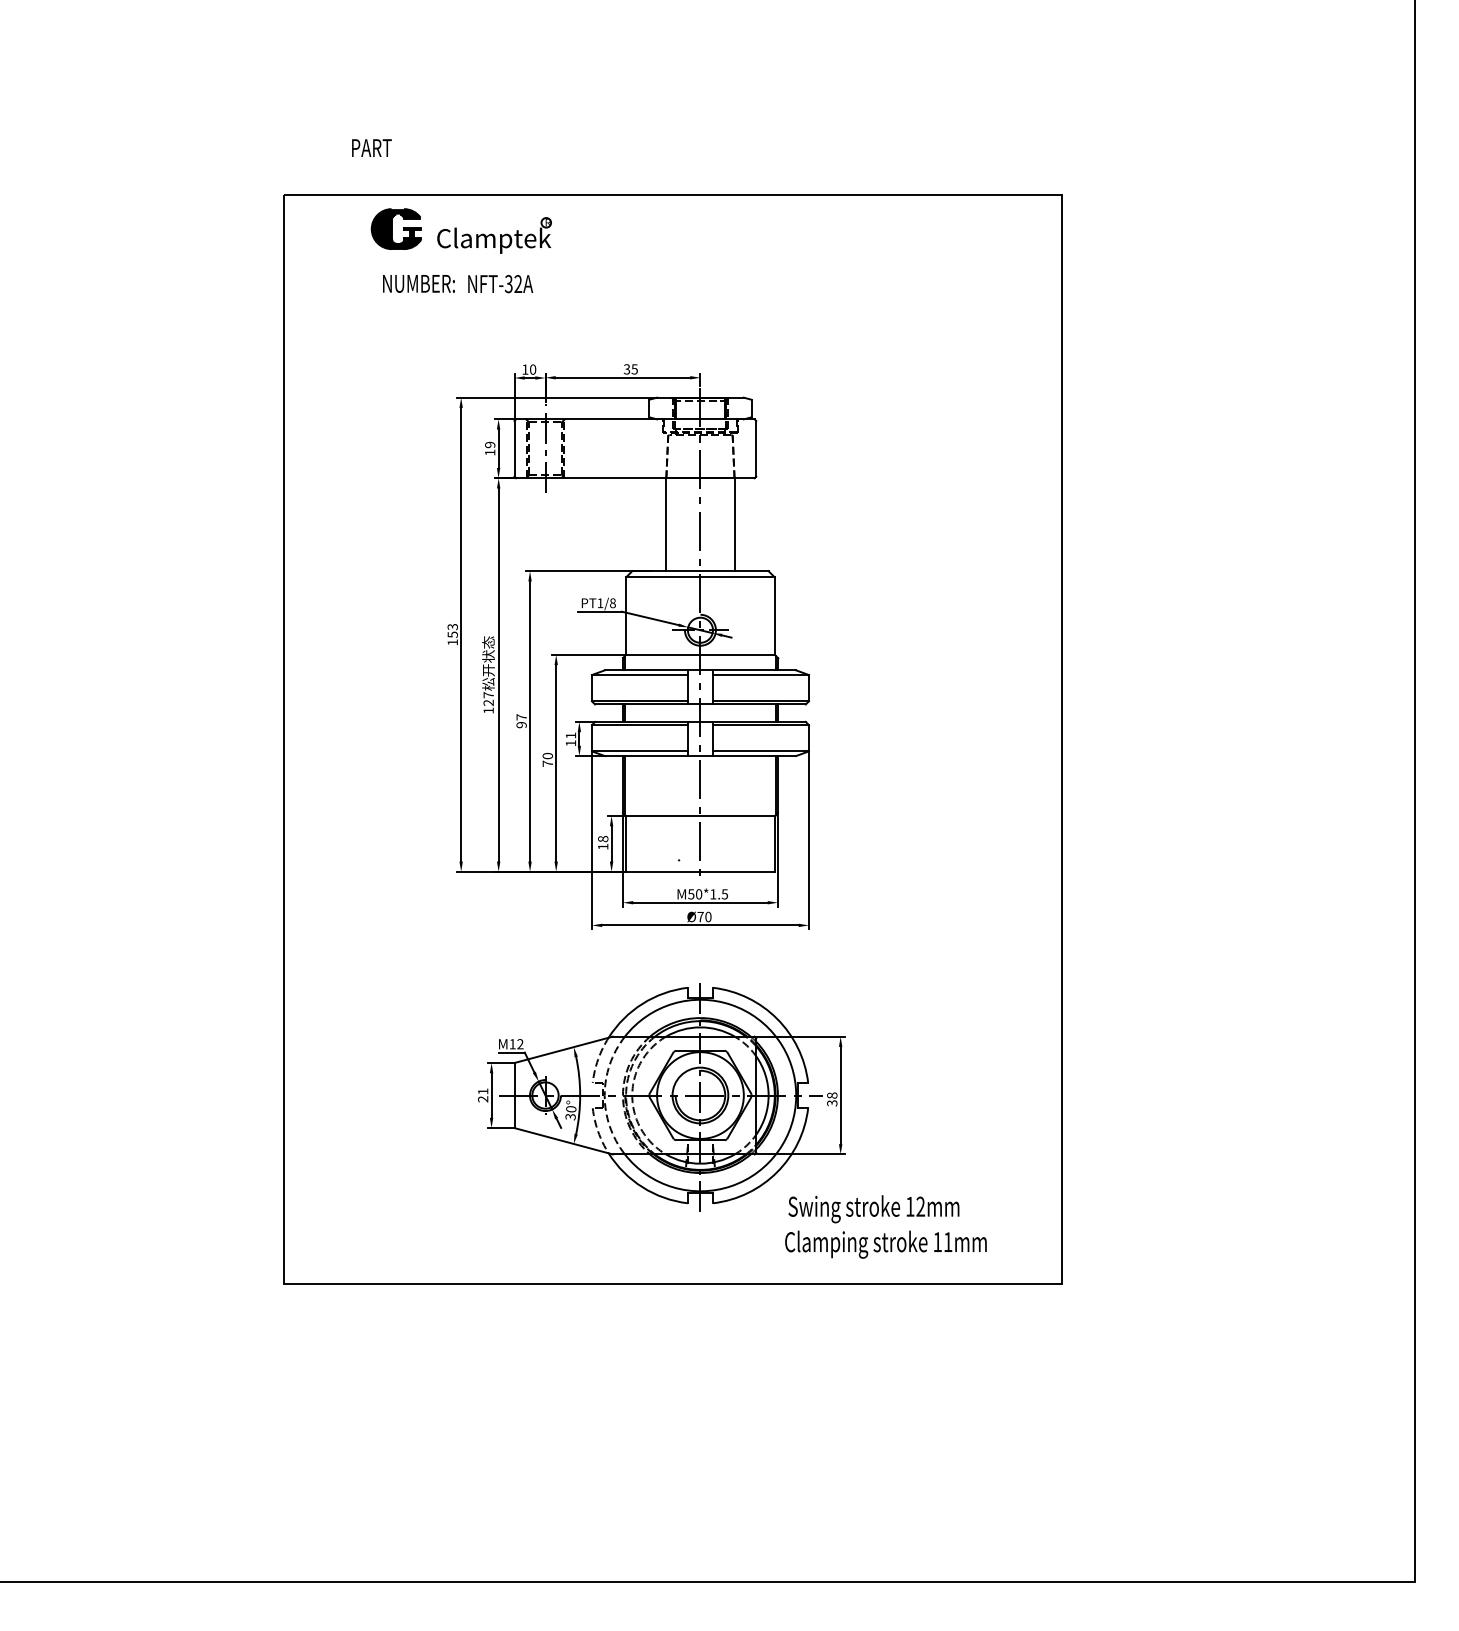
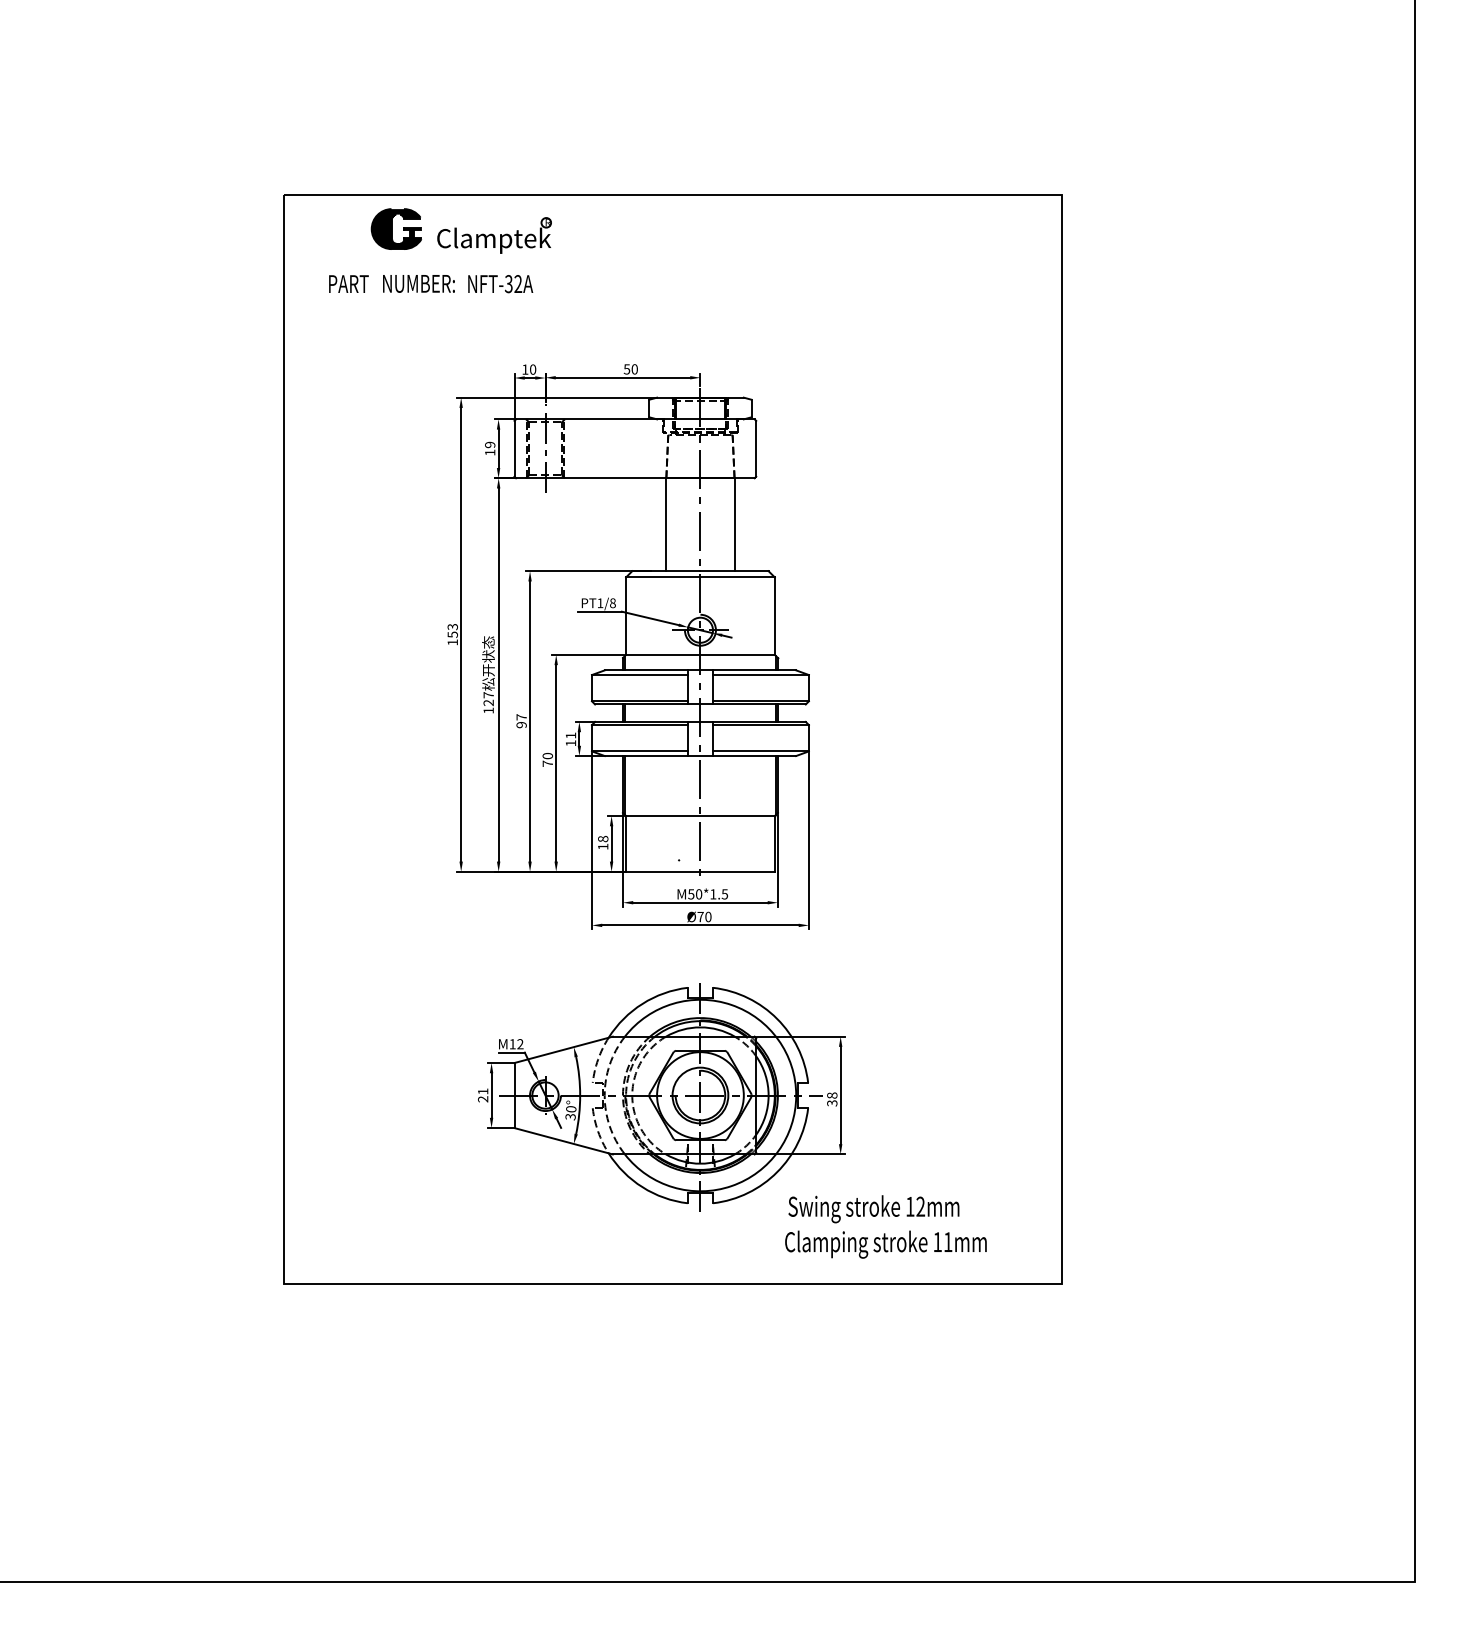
text at (371, 147) position: (371, 147) -> (348, 283)
text at (630, 369): 35 -> 50
